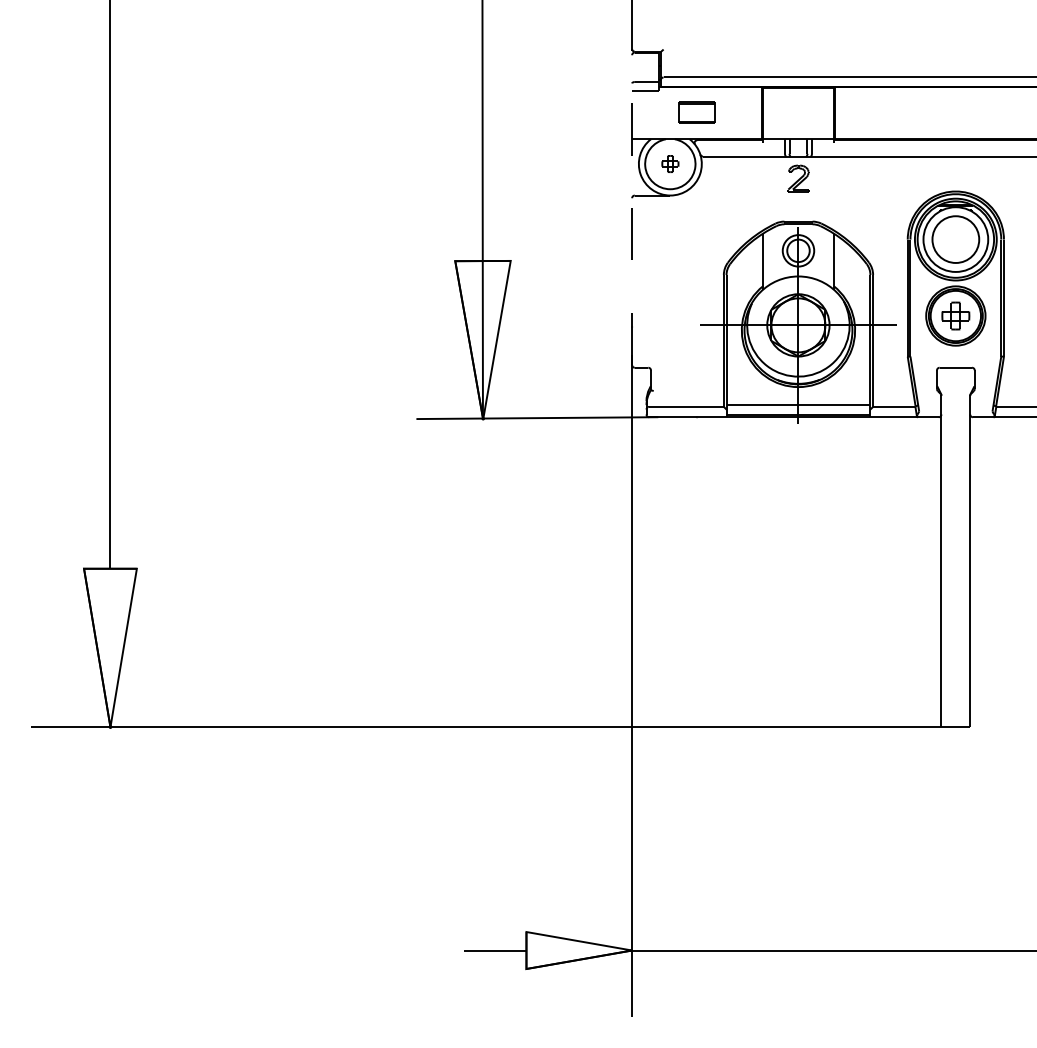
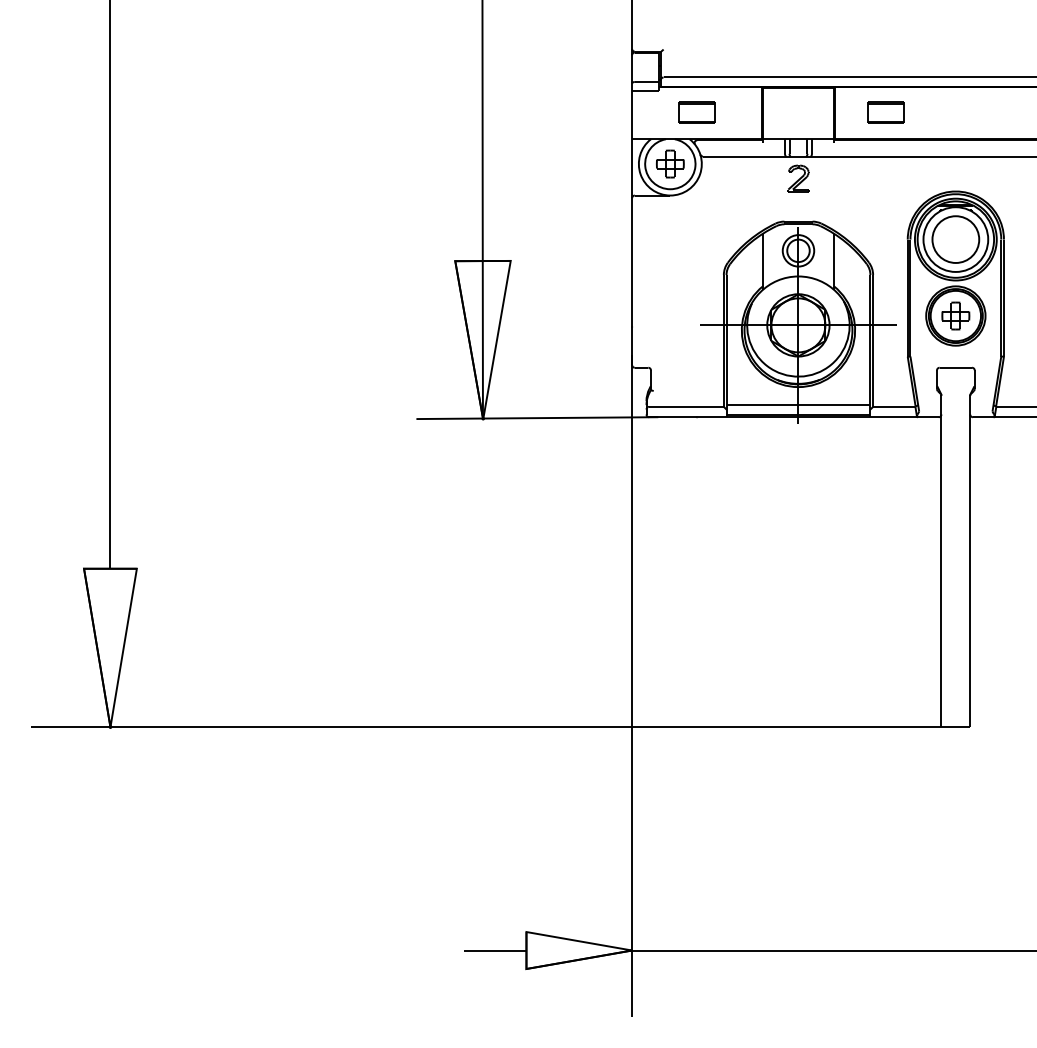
part at (885, 112): none -> present
part at (670, 163) size: 19x18 px -> 29x30 px
line at (632, 182): dashed -> solid
